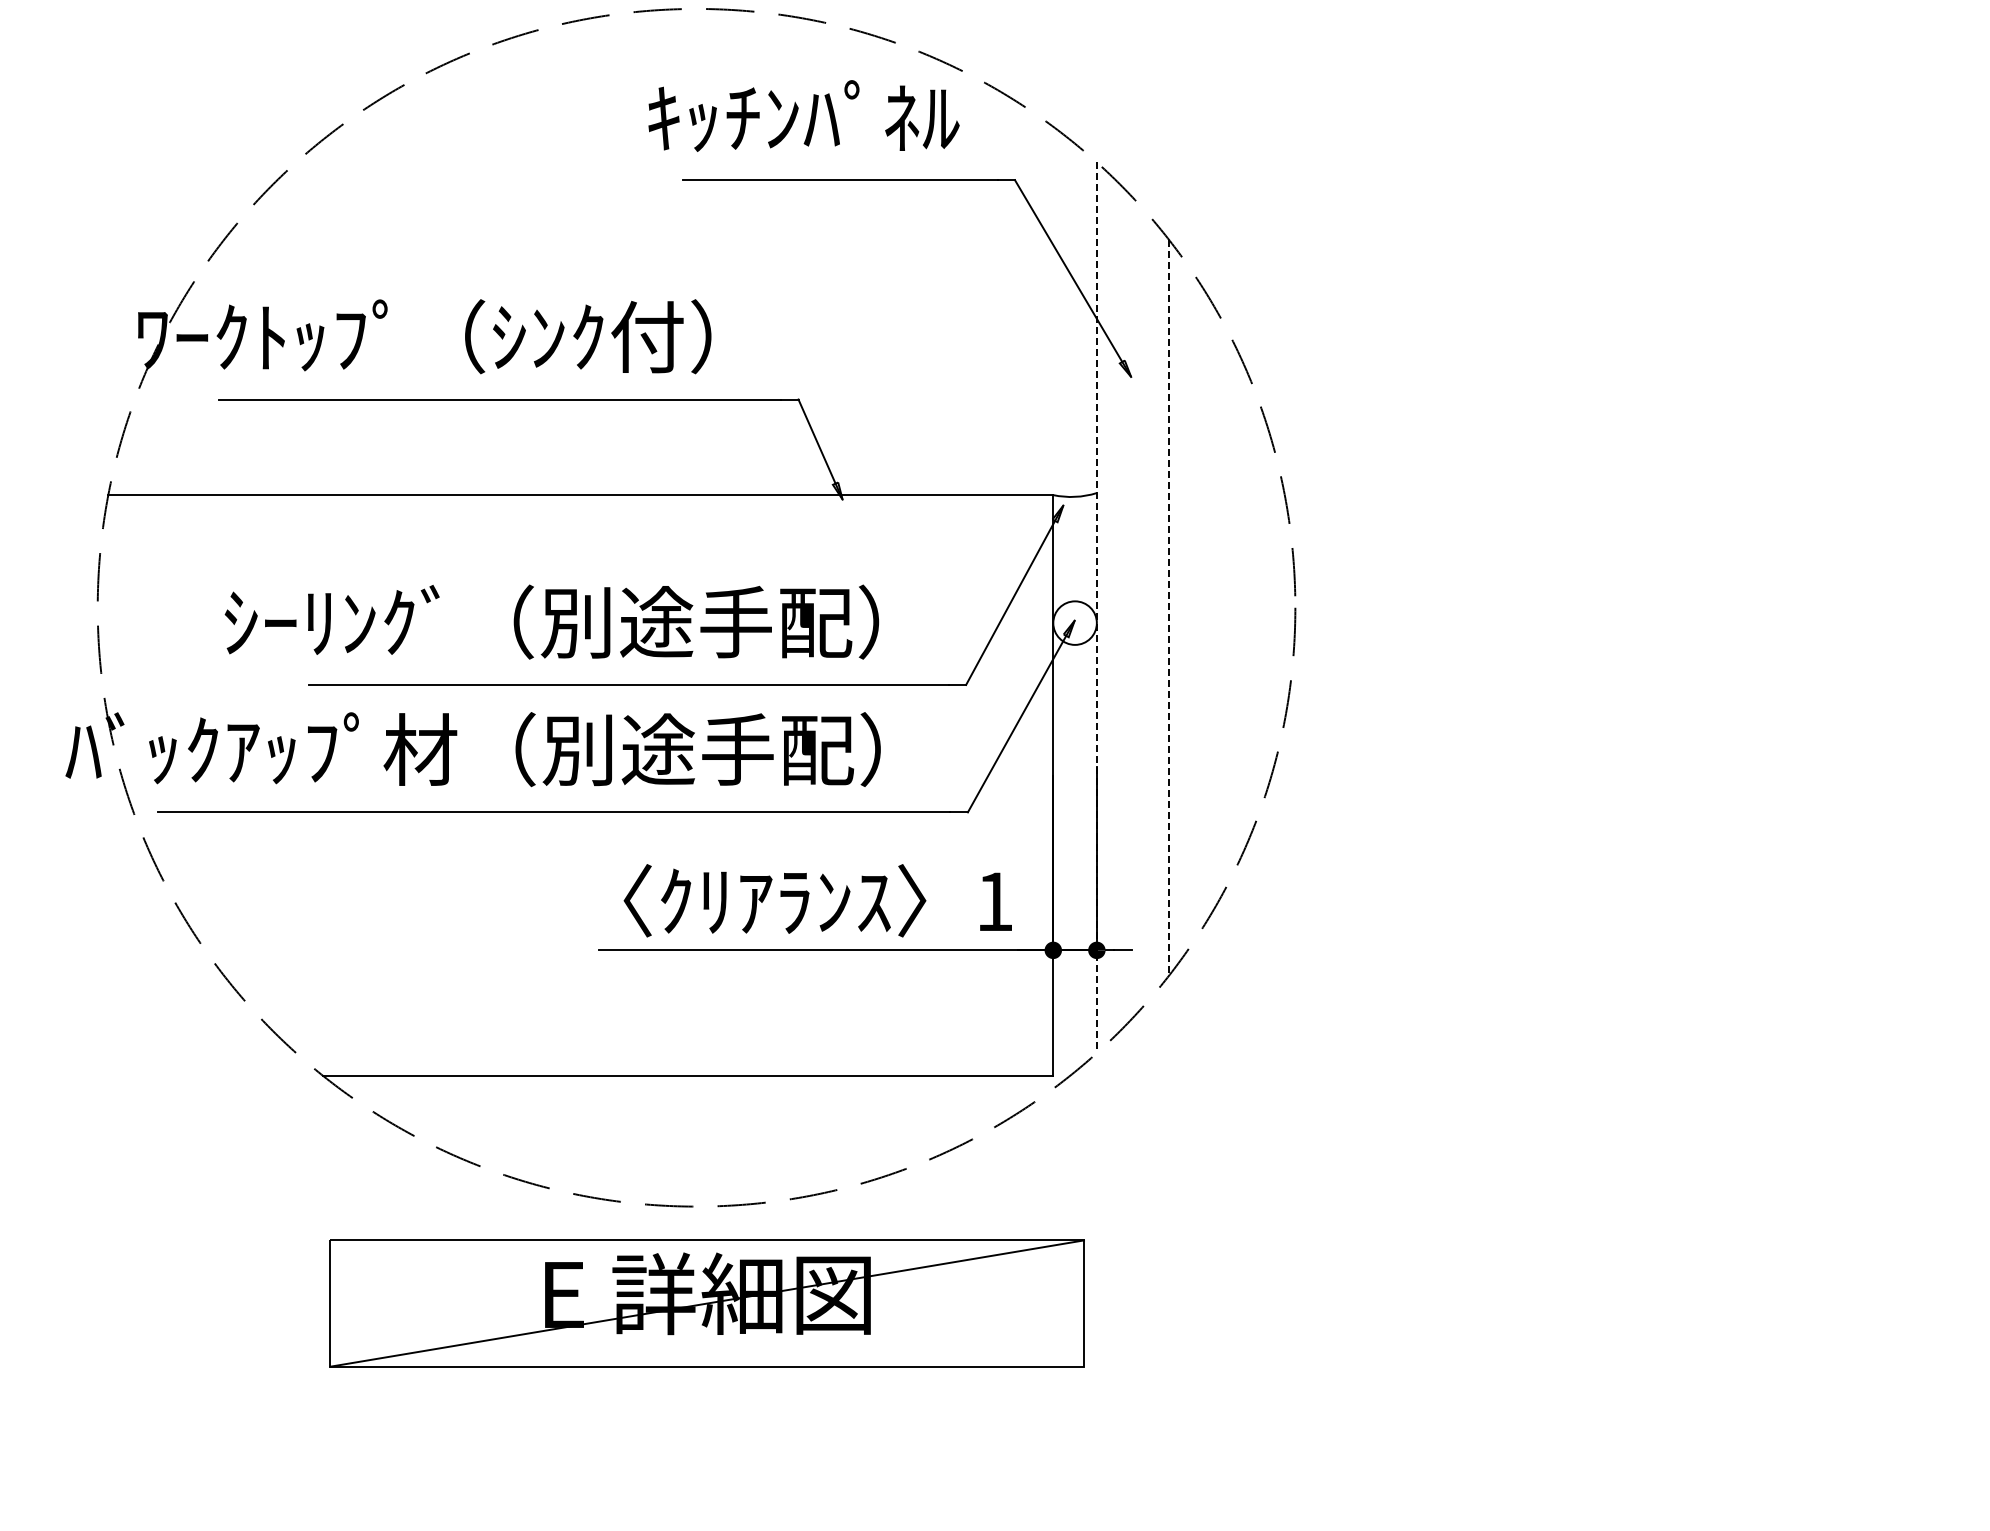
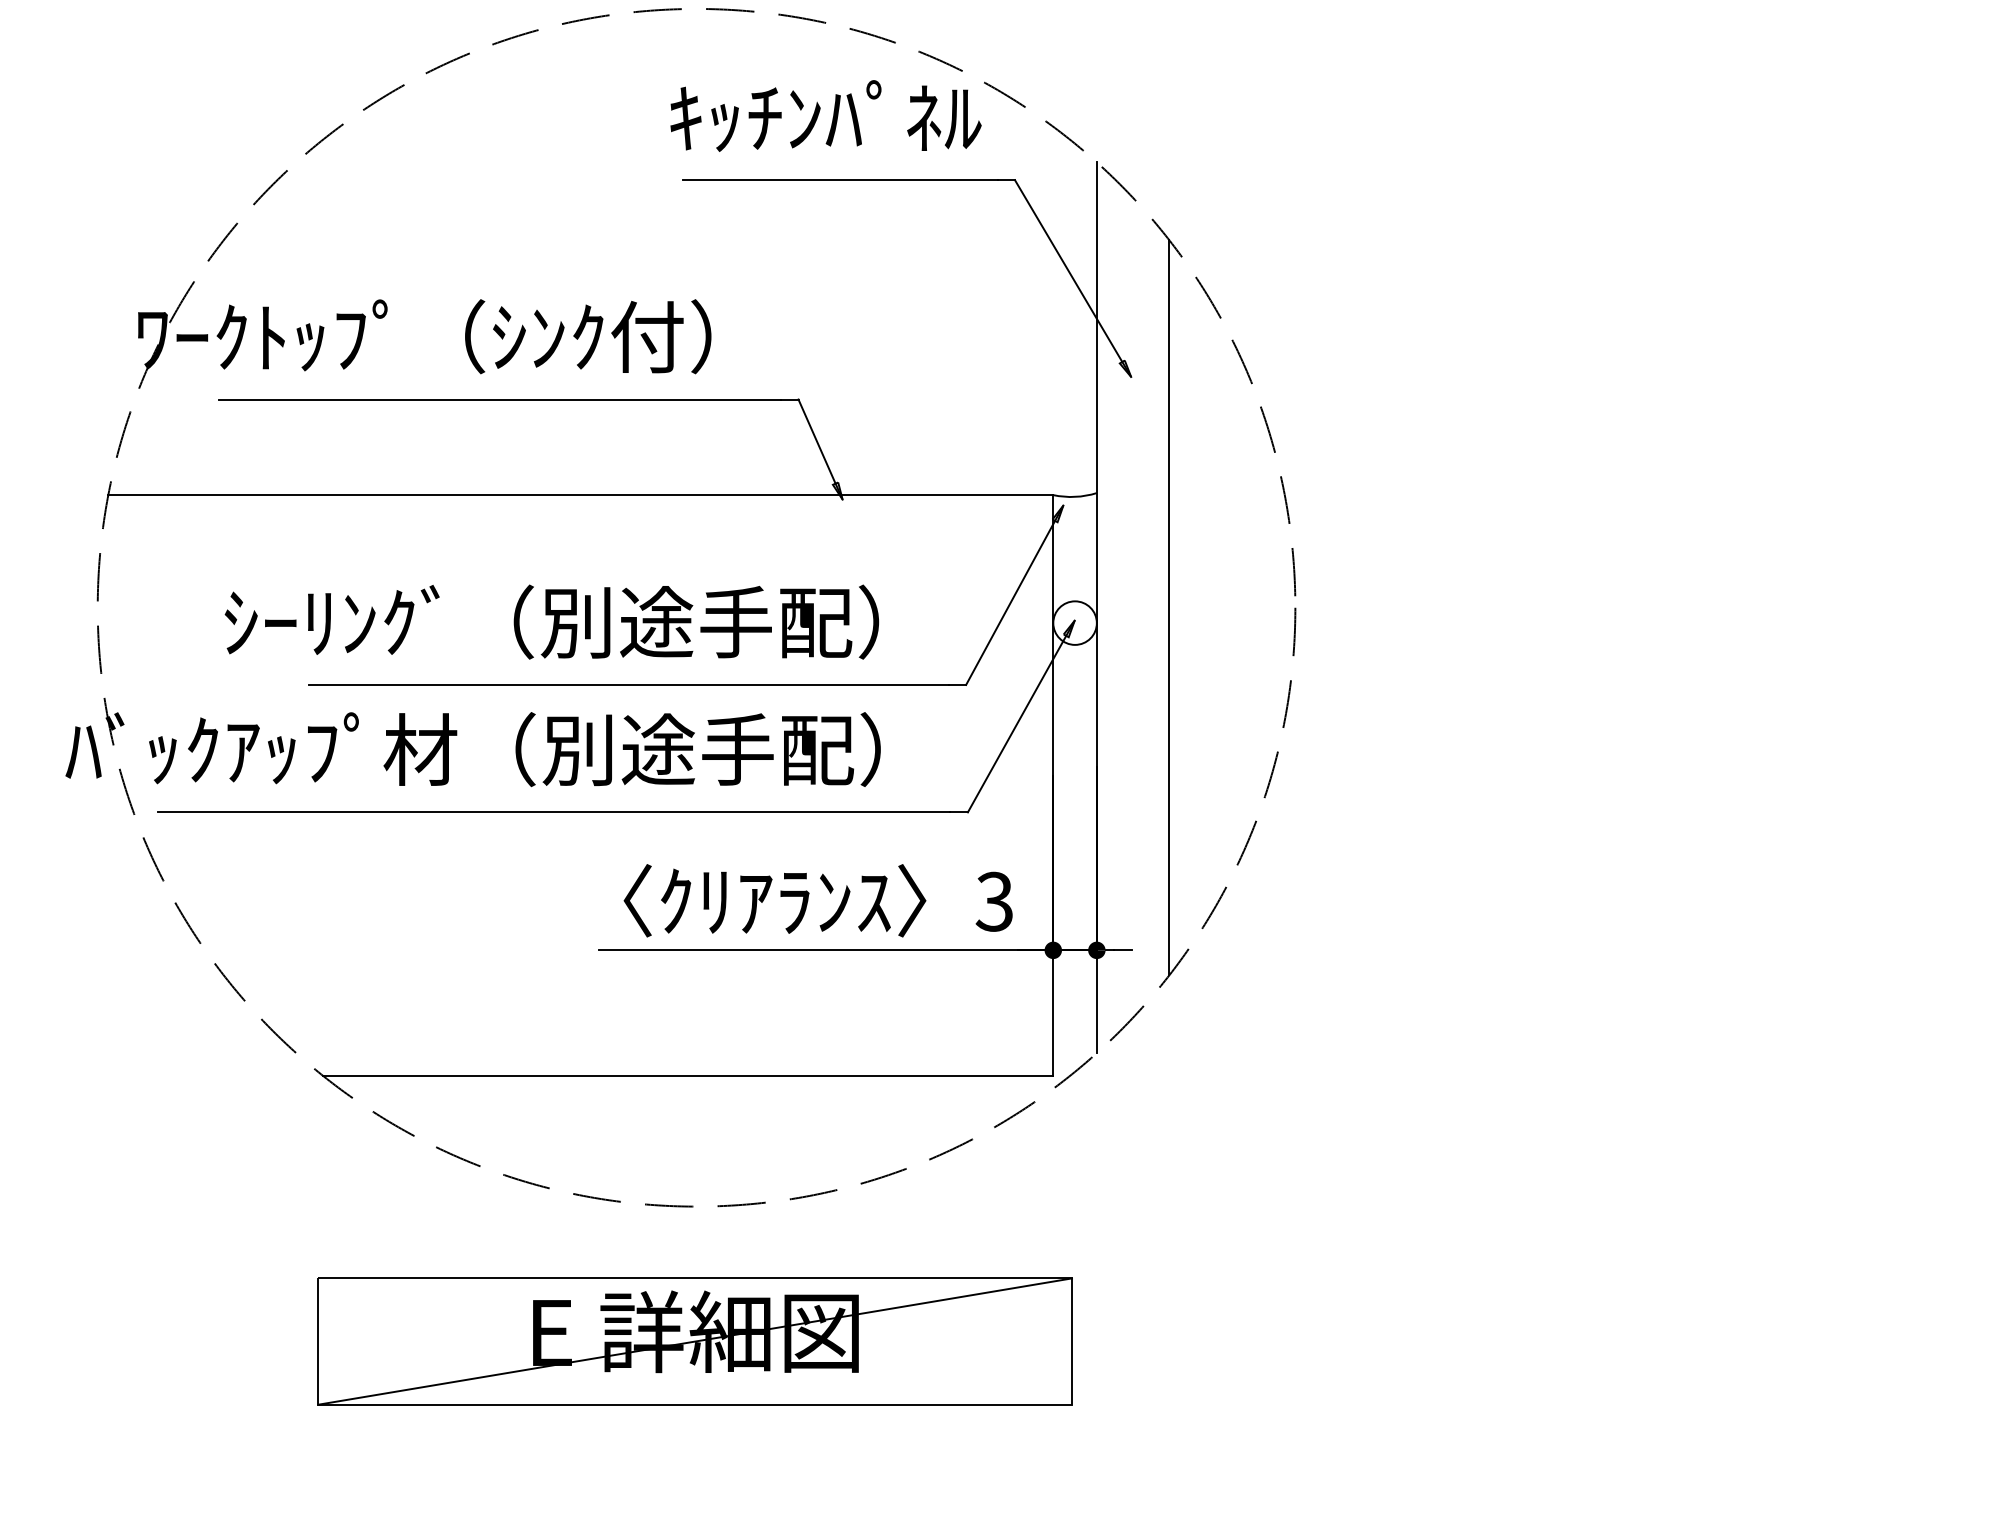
text at (803, 115) position: (803, 115) -> (825, 115)
line at (1096, 608): dashed -> solid
line at (1169, 608): dashed -> solid
text at (993, 901): 1 -> 3
part at (706, 1303) position: (706, 1303) -> (694, 1341)
